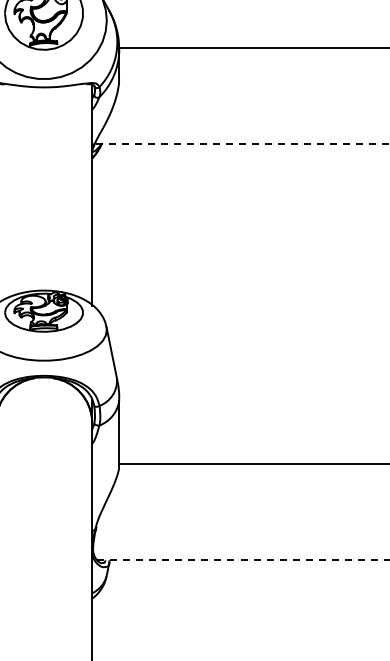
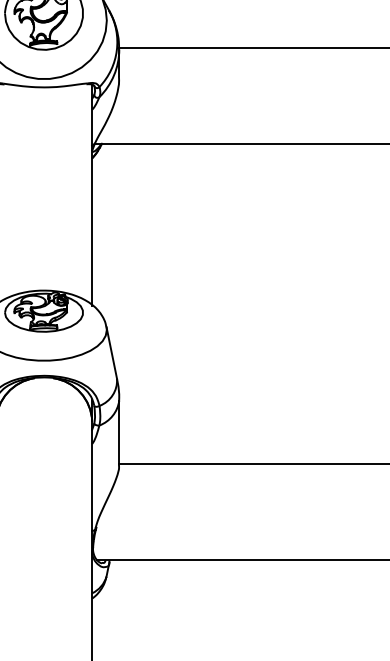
line at (242, 143): dashed -> solid
line at (244, 560): dashed -> solid
